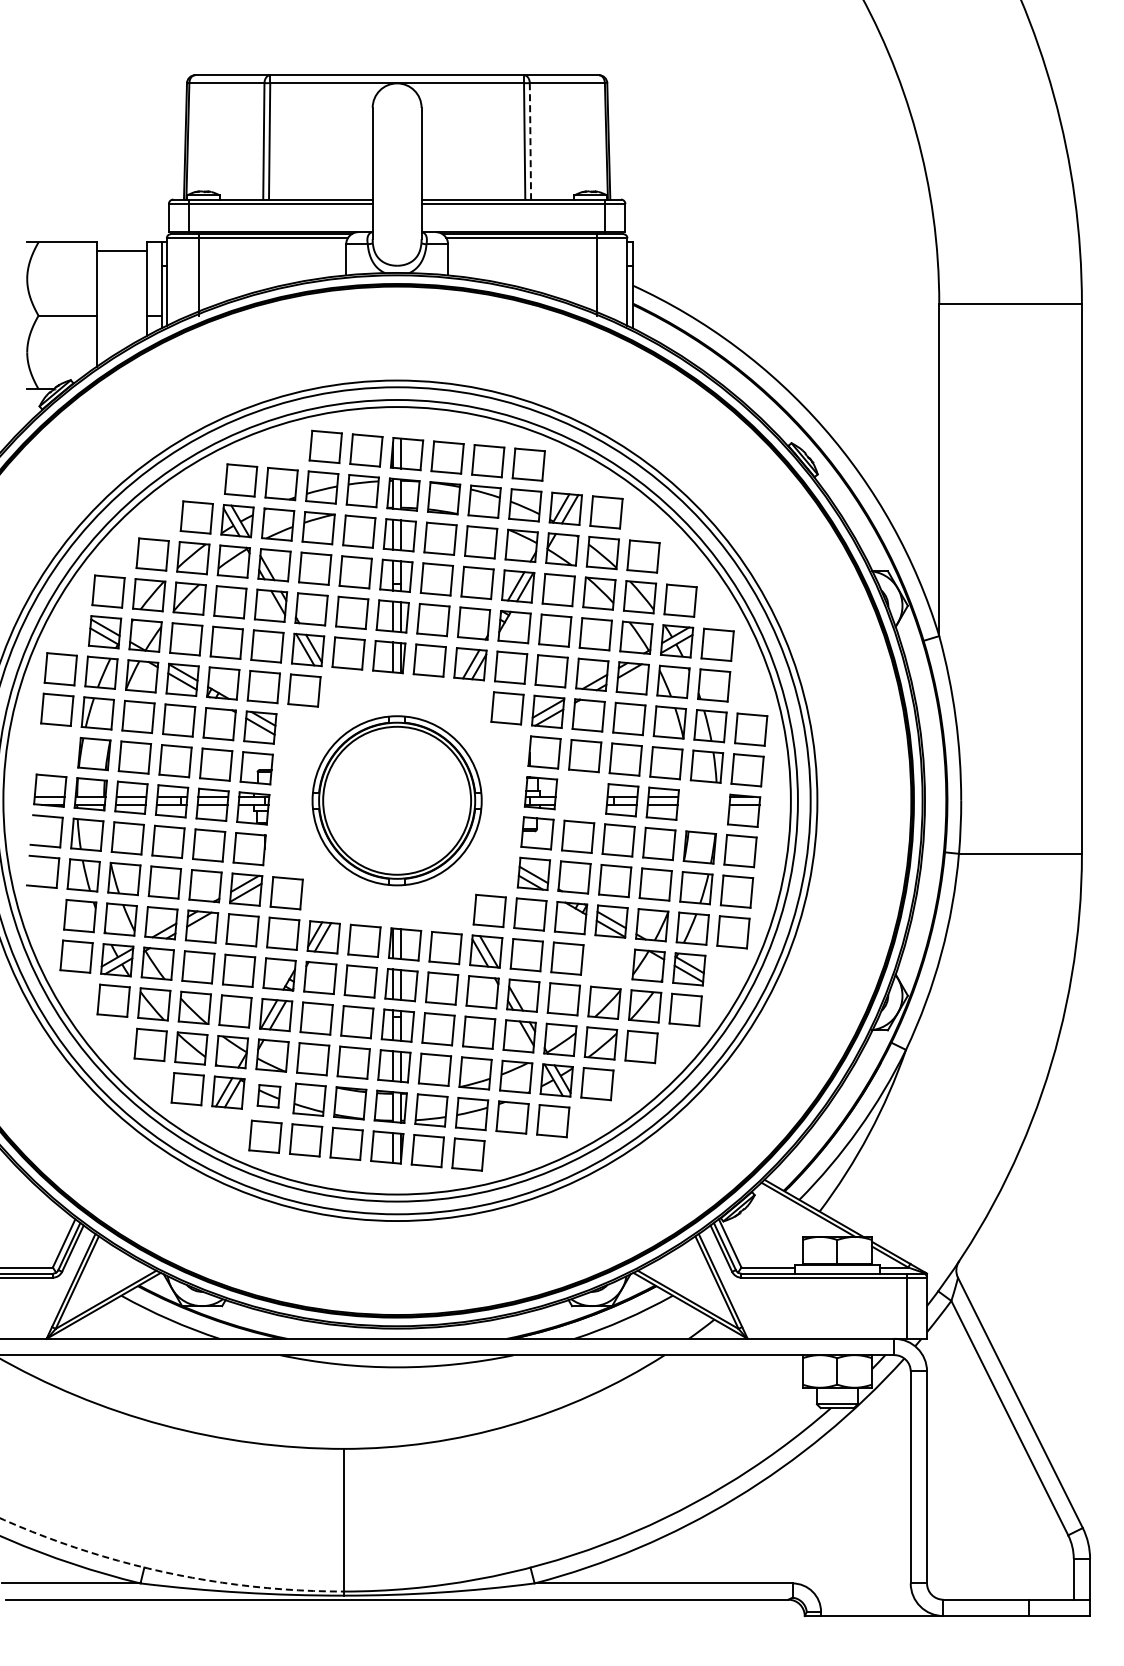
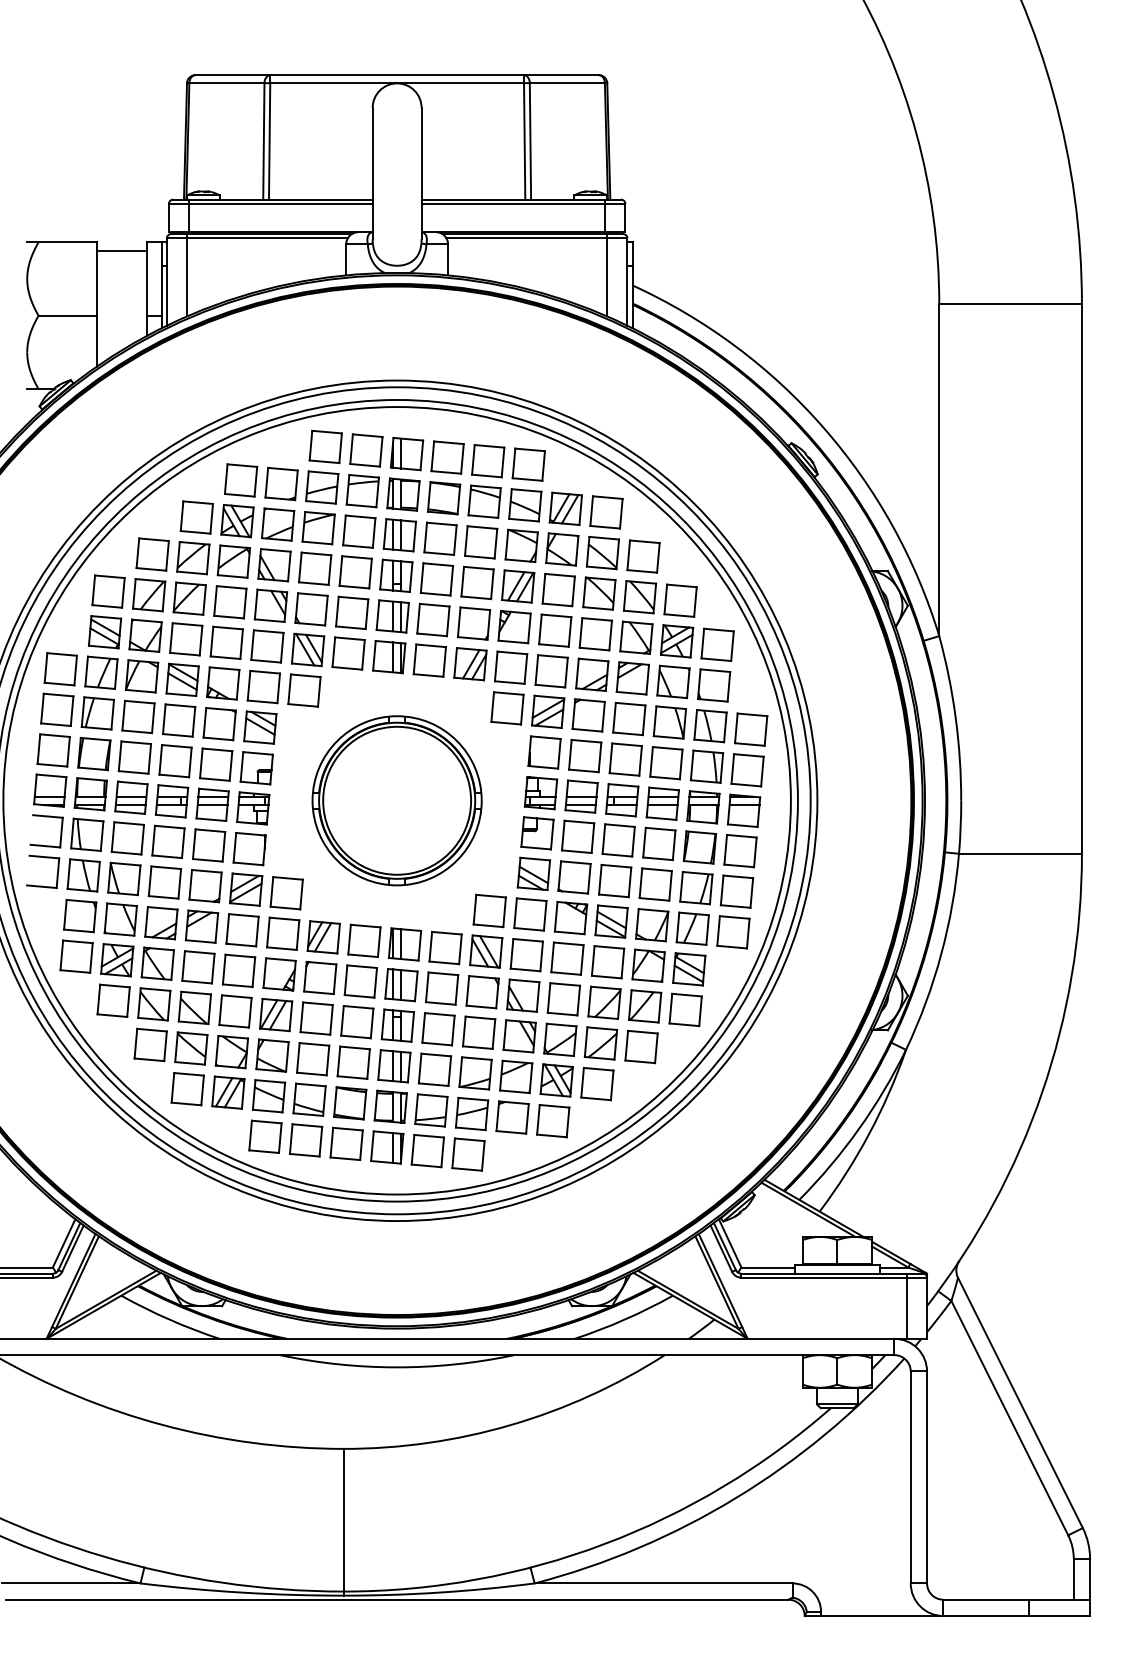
line at (530, 141): dashed -> solid
line at (199, 275) position: (199, 275) -> (187, 275)
line at (597, 275) position: (597, 275) -> (607, 275)
part at (53, 750): none -> present
part at (581, 796): none -> present
part at (703, 807): none -> present
part at (608, 962): none -> present
part at (268, 1096) size: 26x25 px -> 36x35 px
arc at (168, 1572): dashed -> solid
